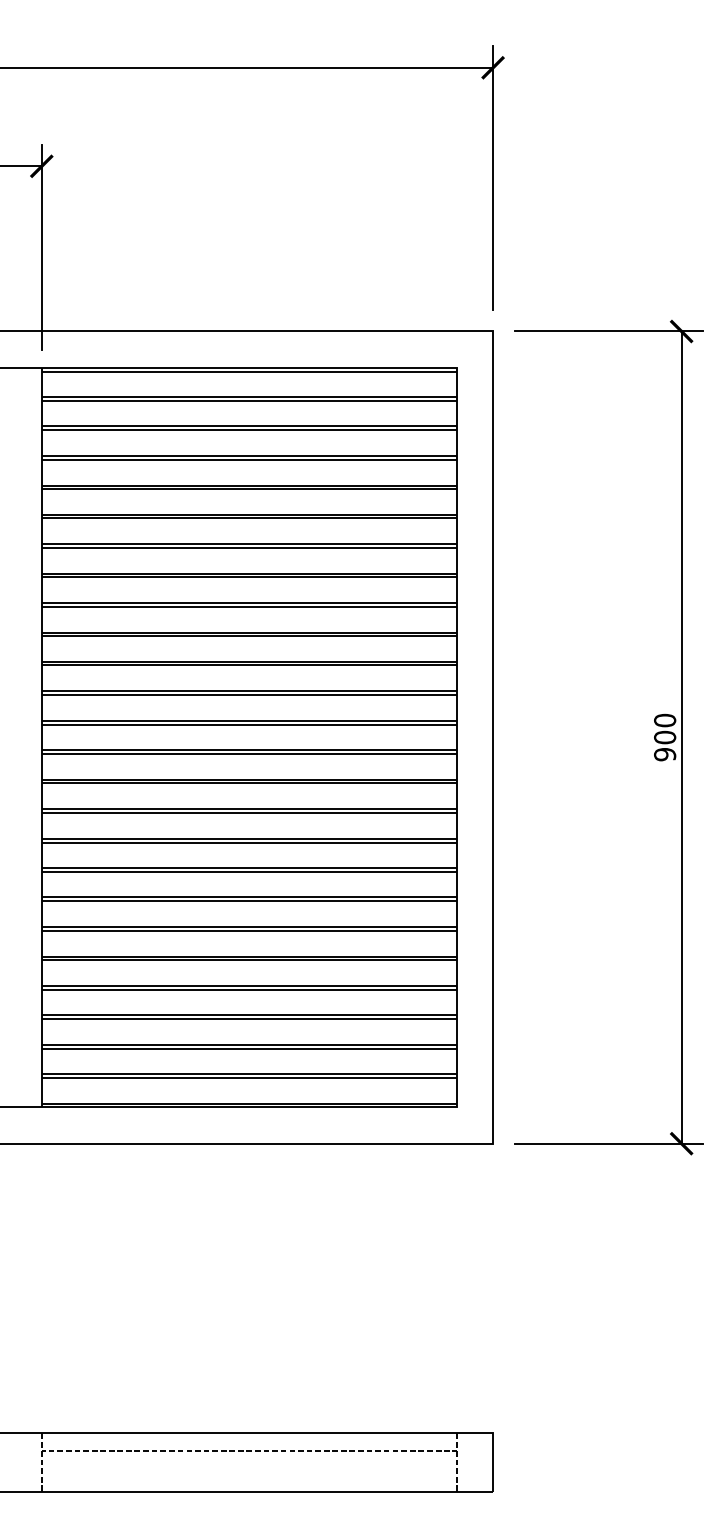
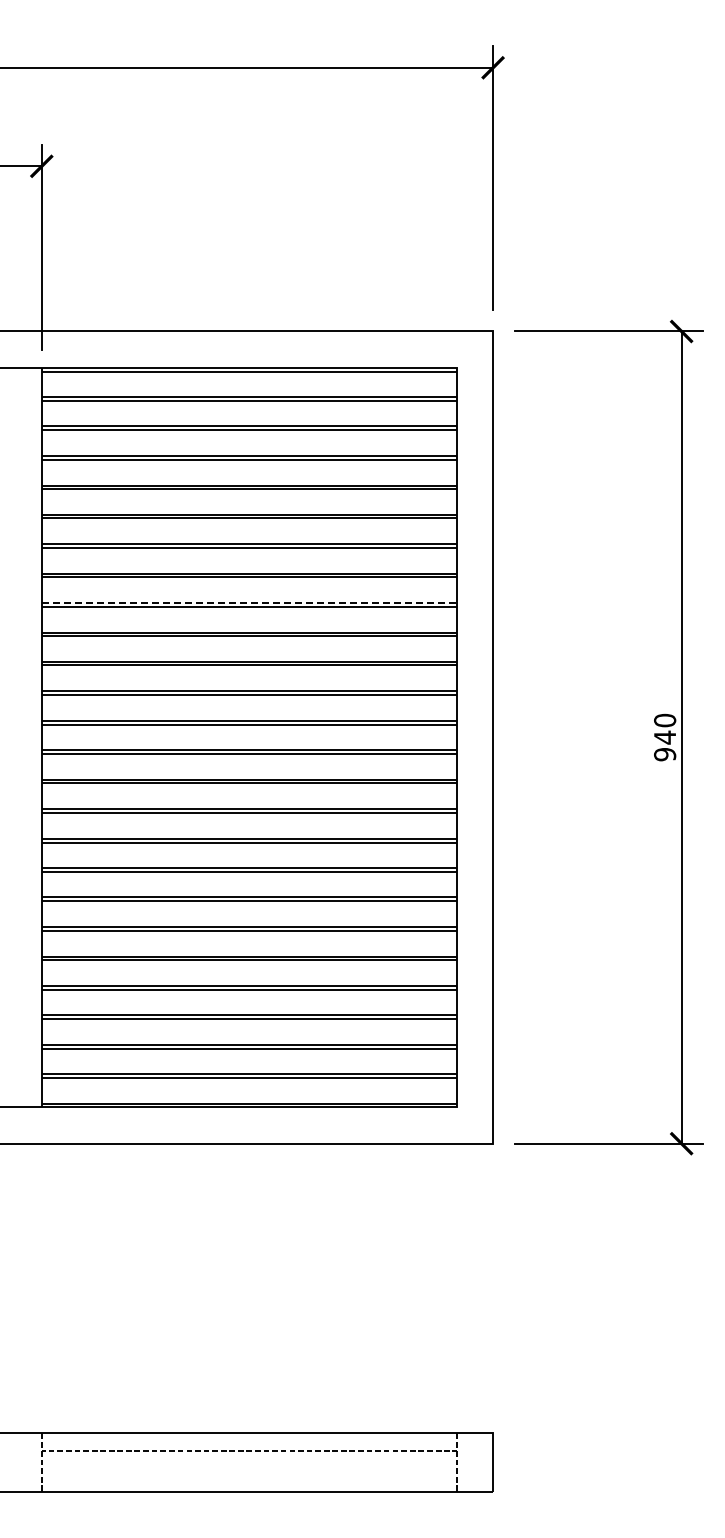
line at (249, 602): solid -> dashed
text at (665, 737): 900 -> 940
